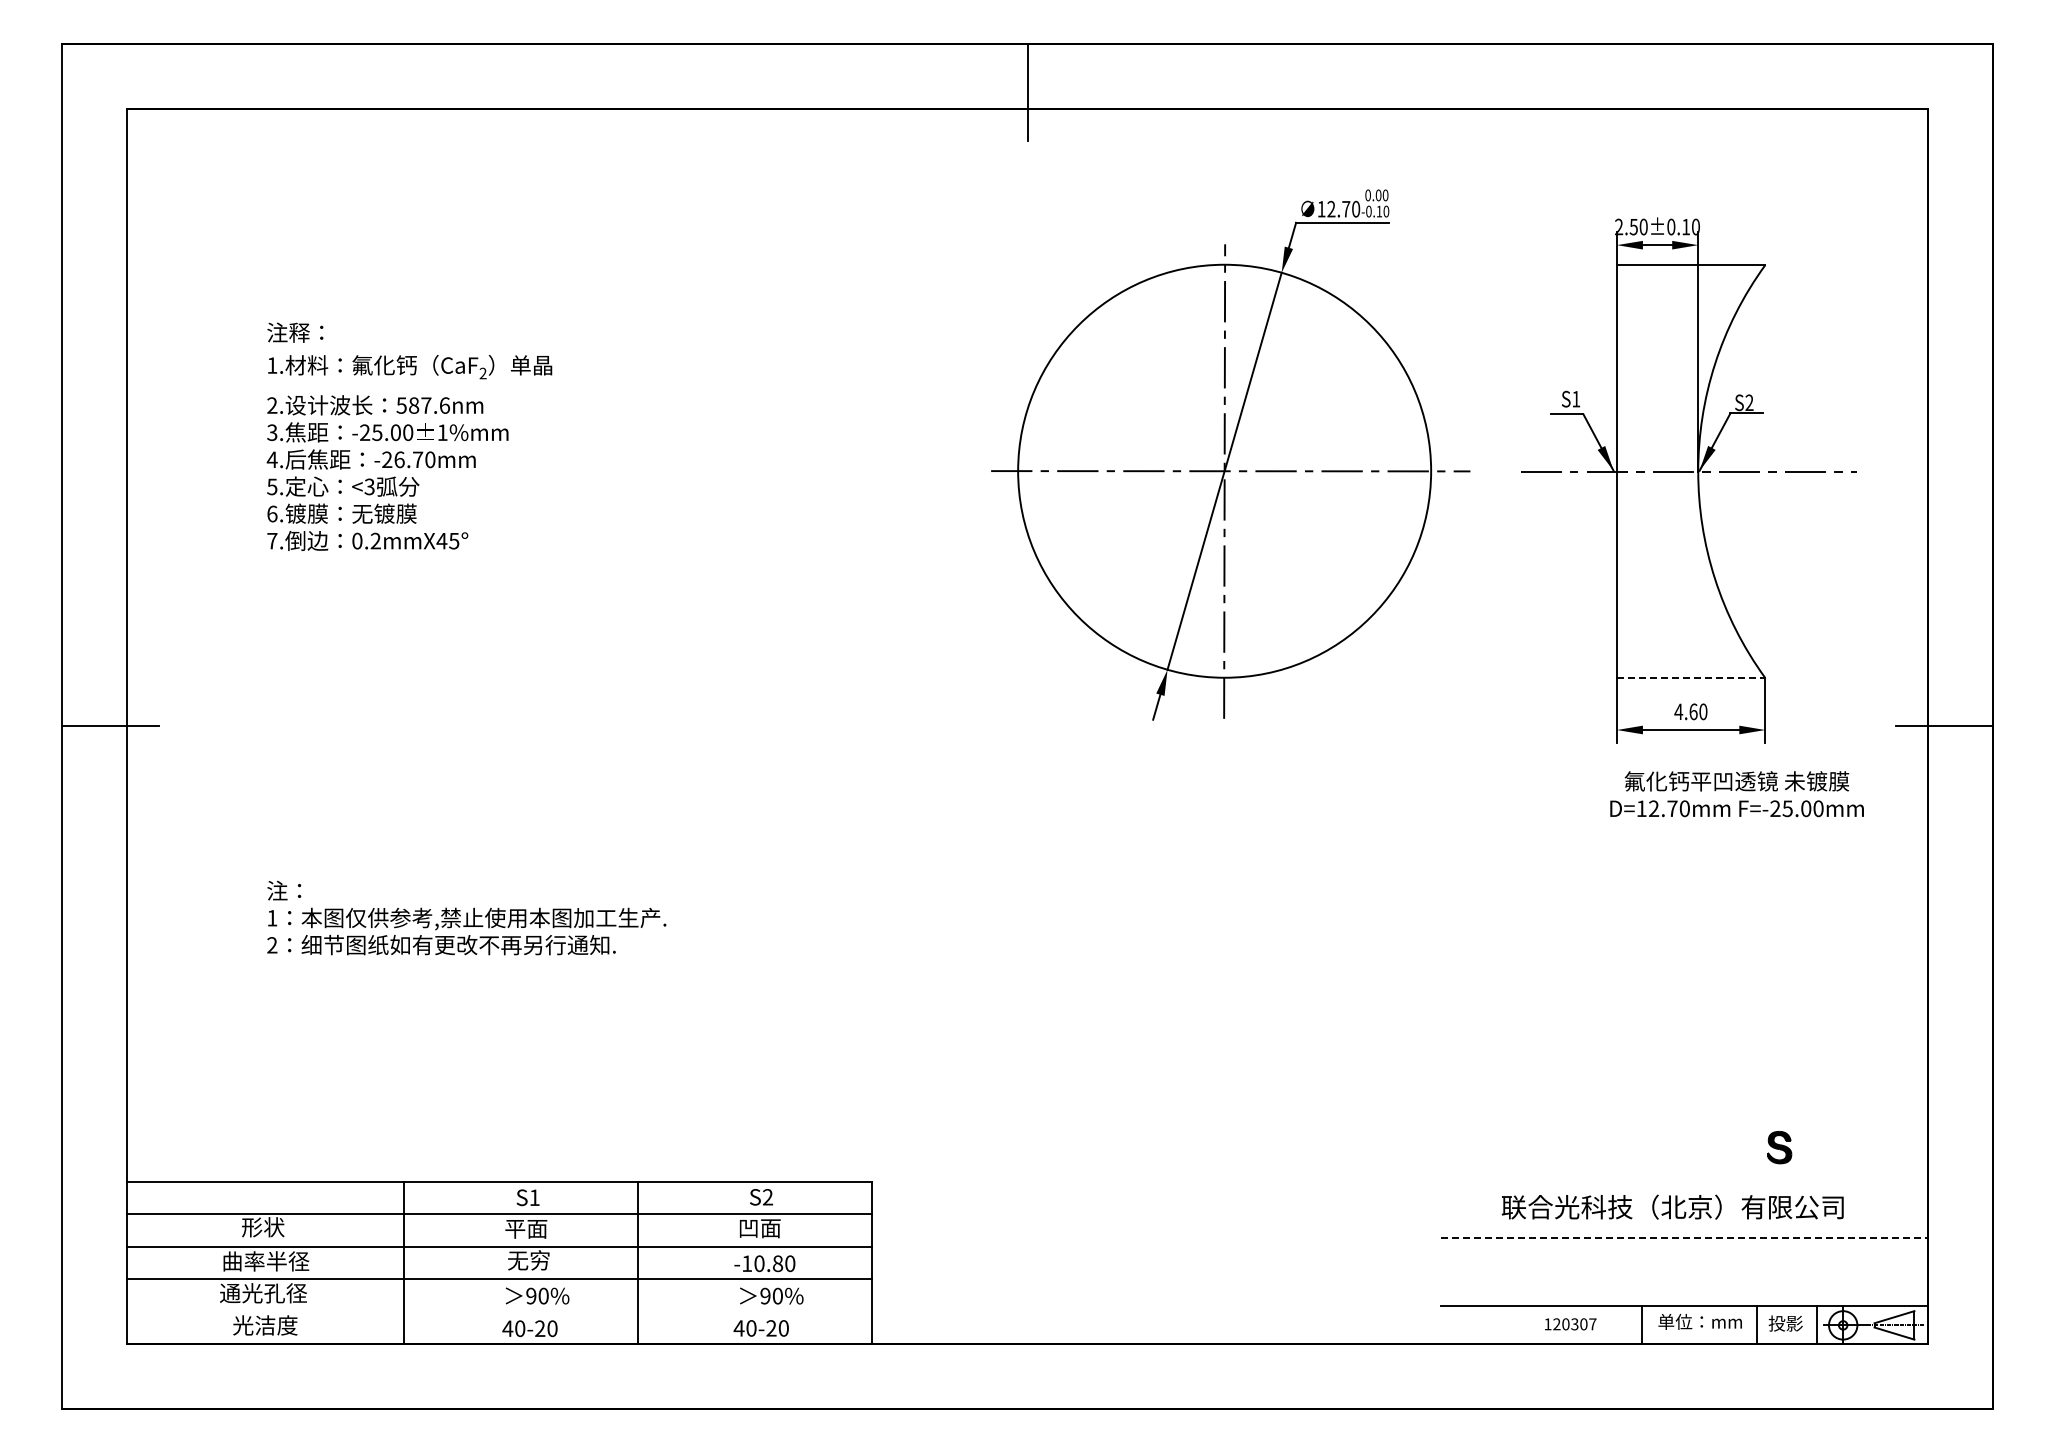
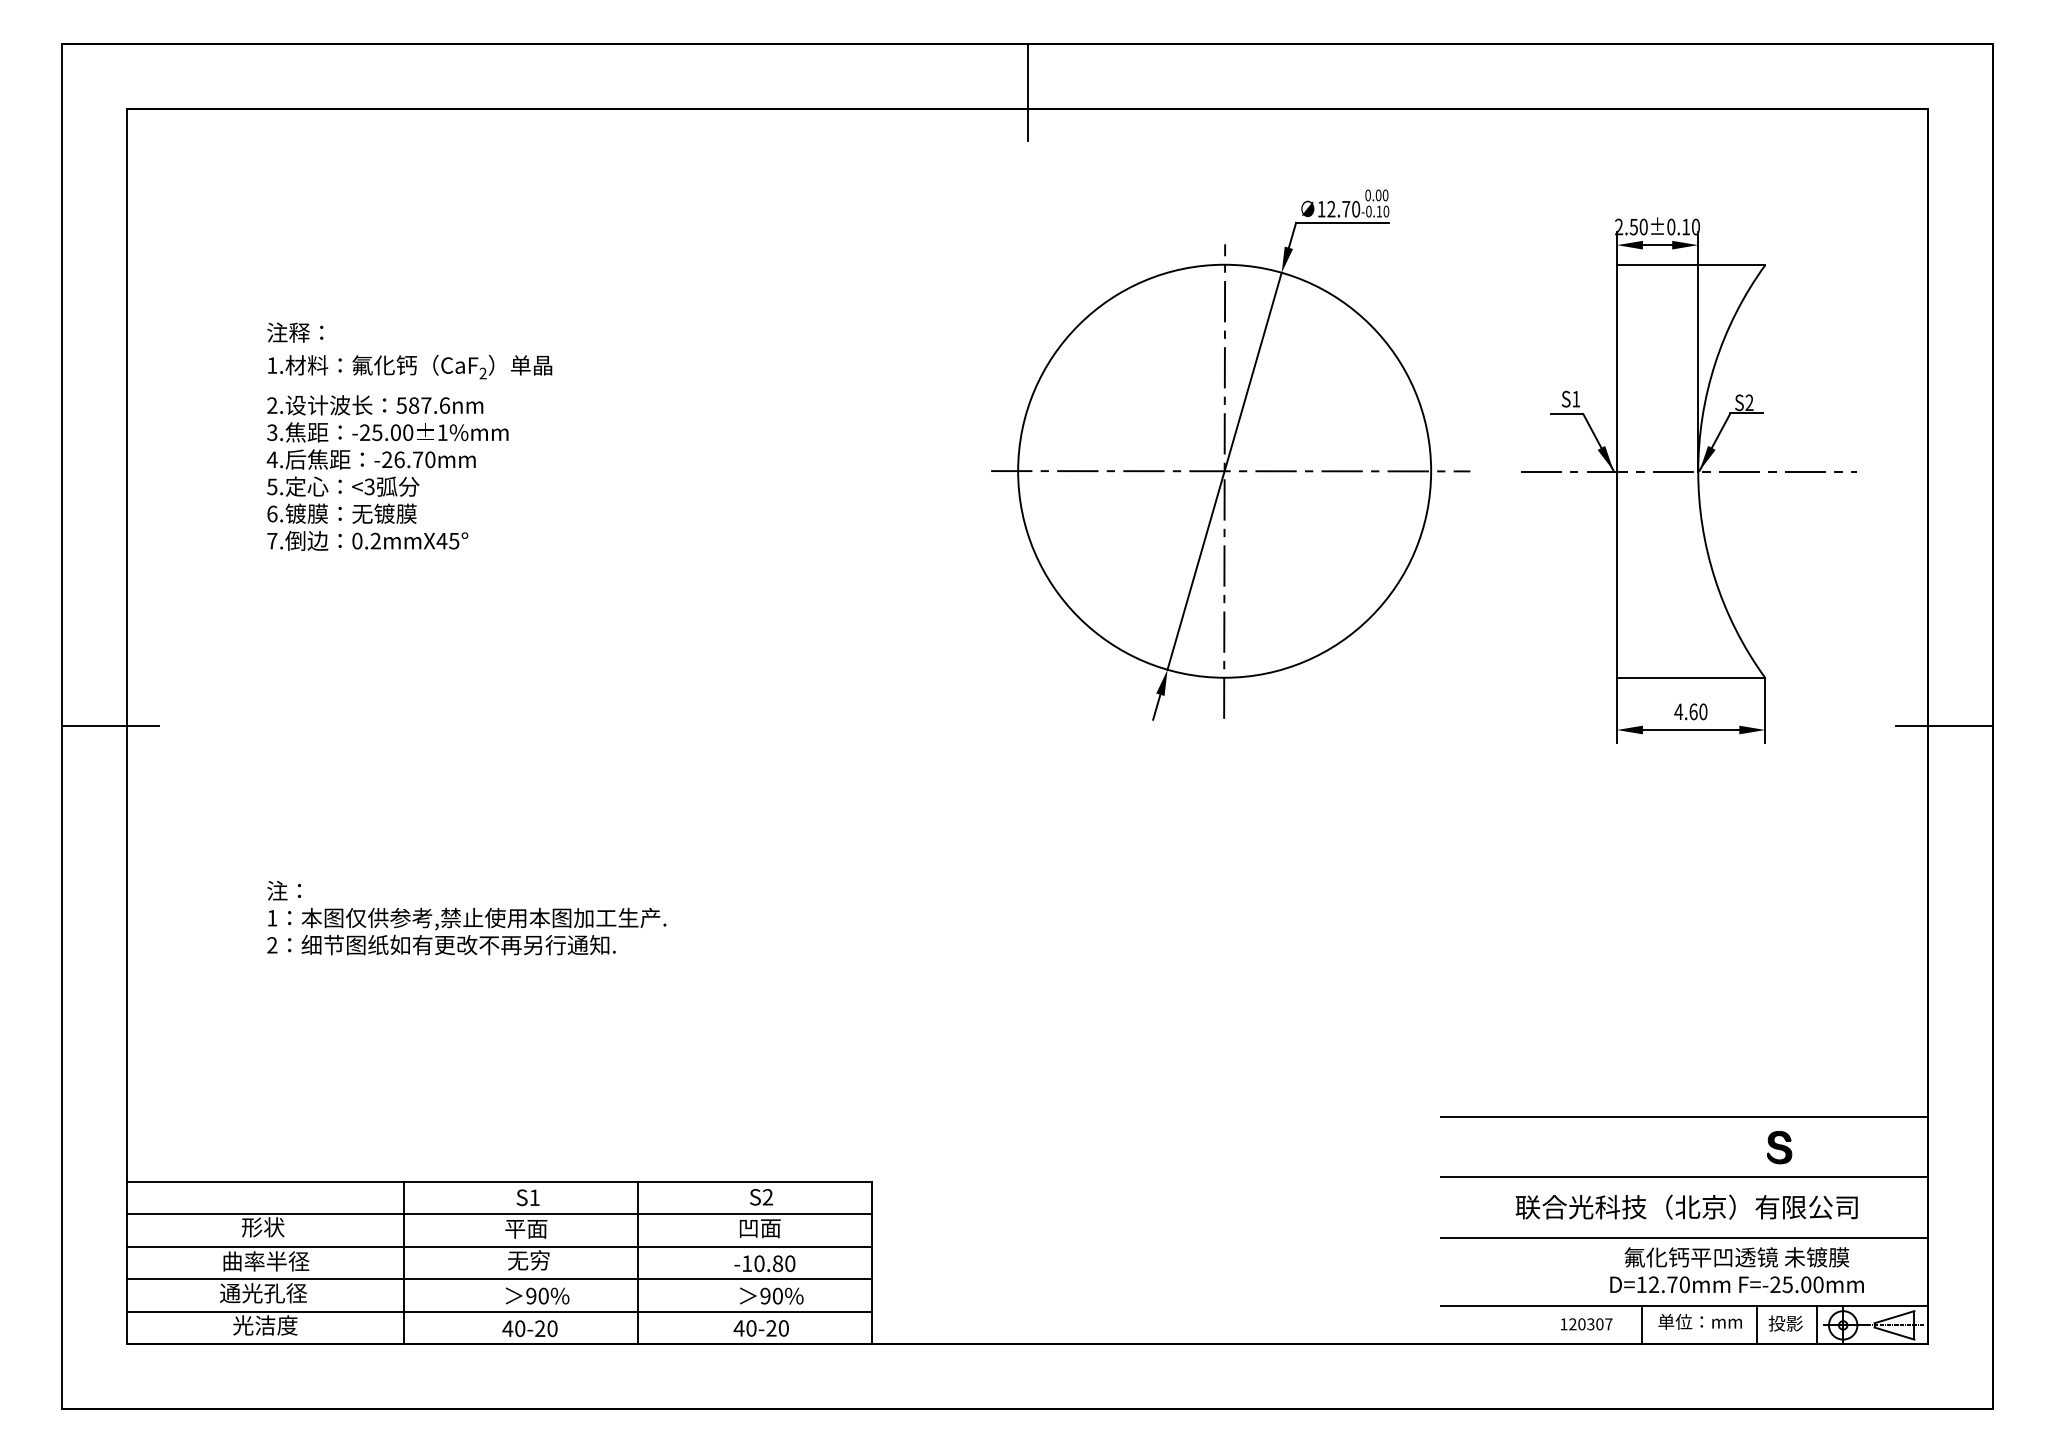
line at (1691, 678): dashed -> solid
text at (1736, 794) position: (1736, 794) -> (1736, 1270)
line at (1684, 1116): none -> present
line at (1684, 1177): none -> present
text at (1672, 1206) position: (1672, 1206) -> (1686, 1206)
line at (1684, 1238): dashed -> solid
line at (499, 1311): none -> present
text at (1570, 1324) position: (1570, 1324) -> (1586, 1324)
